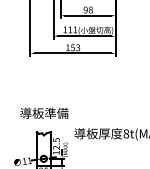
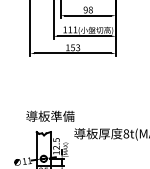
text at (44, 112) position: (44, 112) -> (50, 115)
